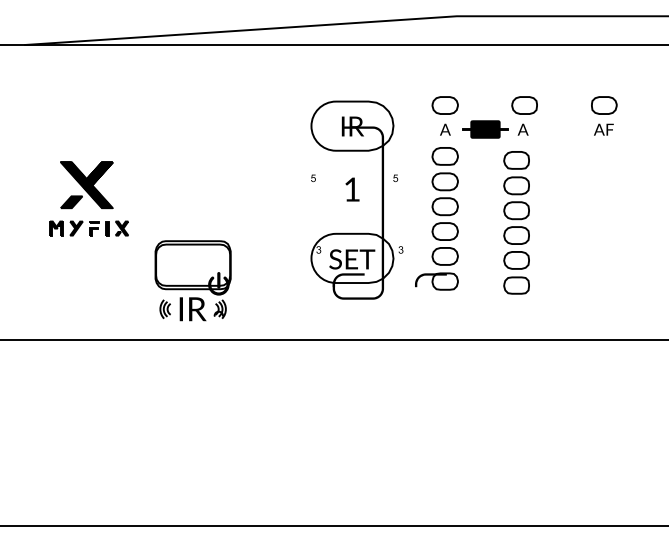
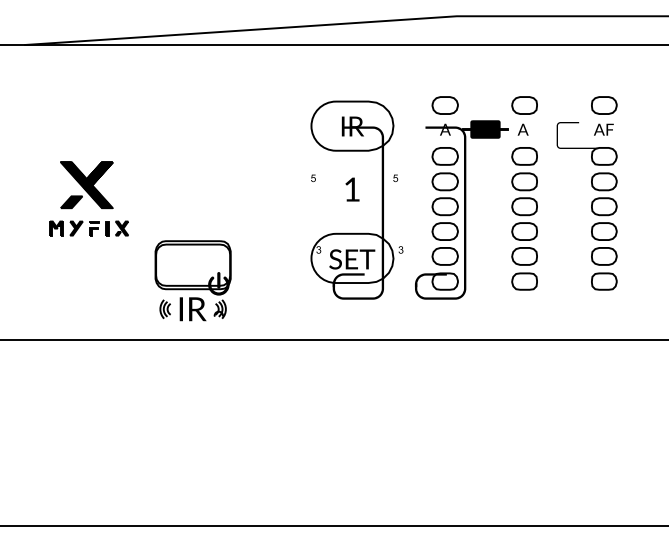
part at (586, 206): none -> present
fill at (440, 212): none -> present
part at (516, 222) position: (516, 222) -> (524, 218)
